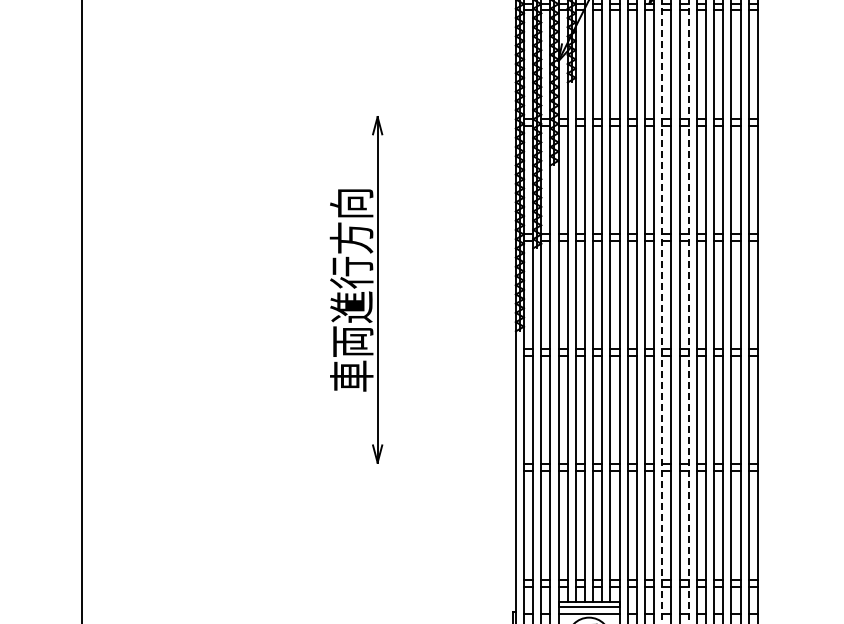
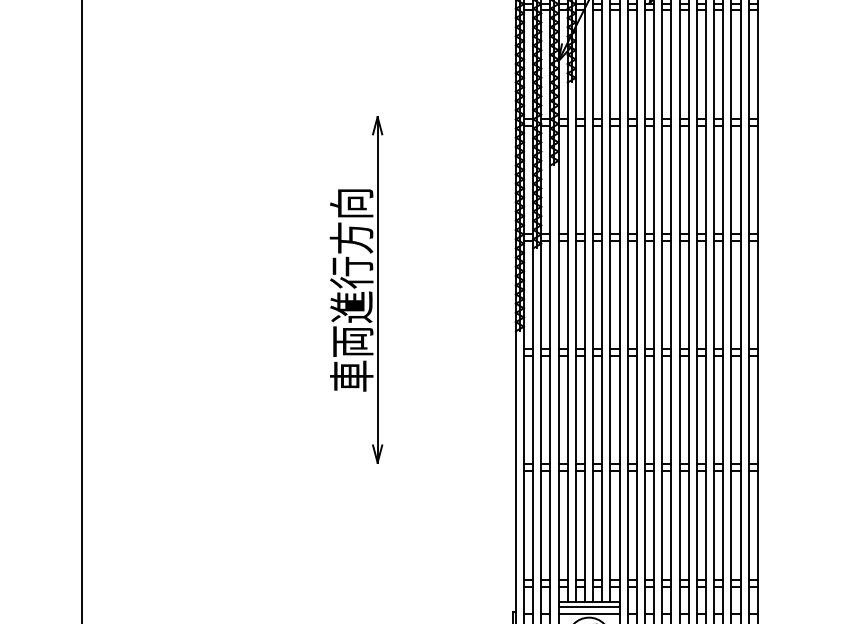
line at (662, 311): dashed -> solid
line at (688, 311): dashed -> solid
